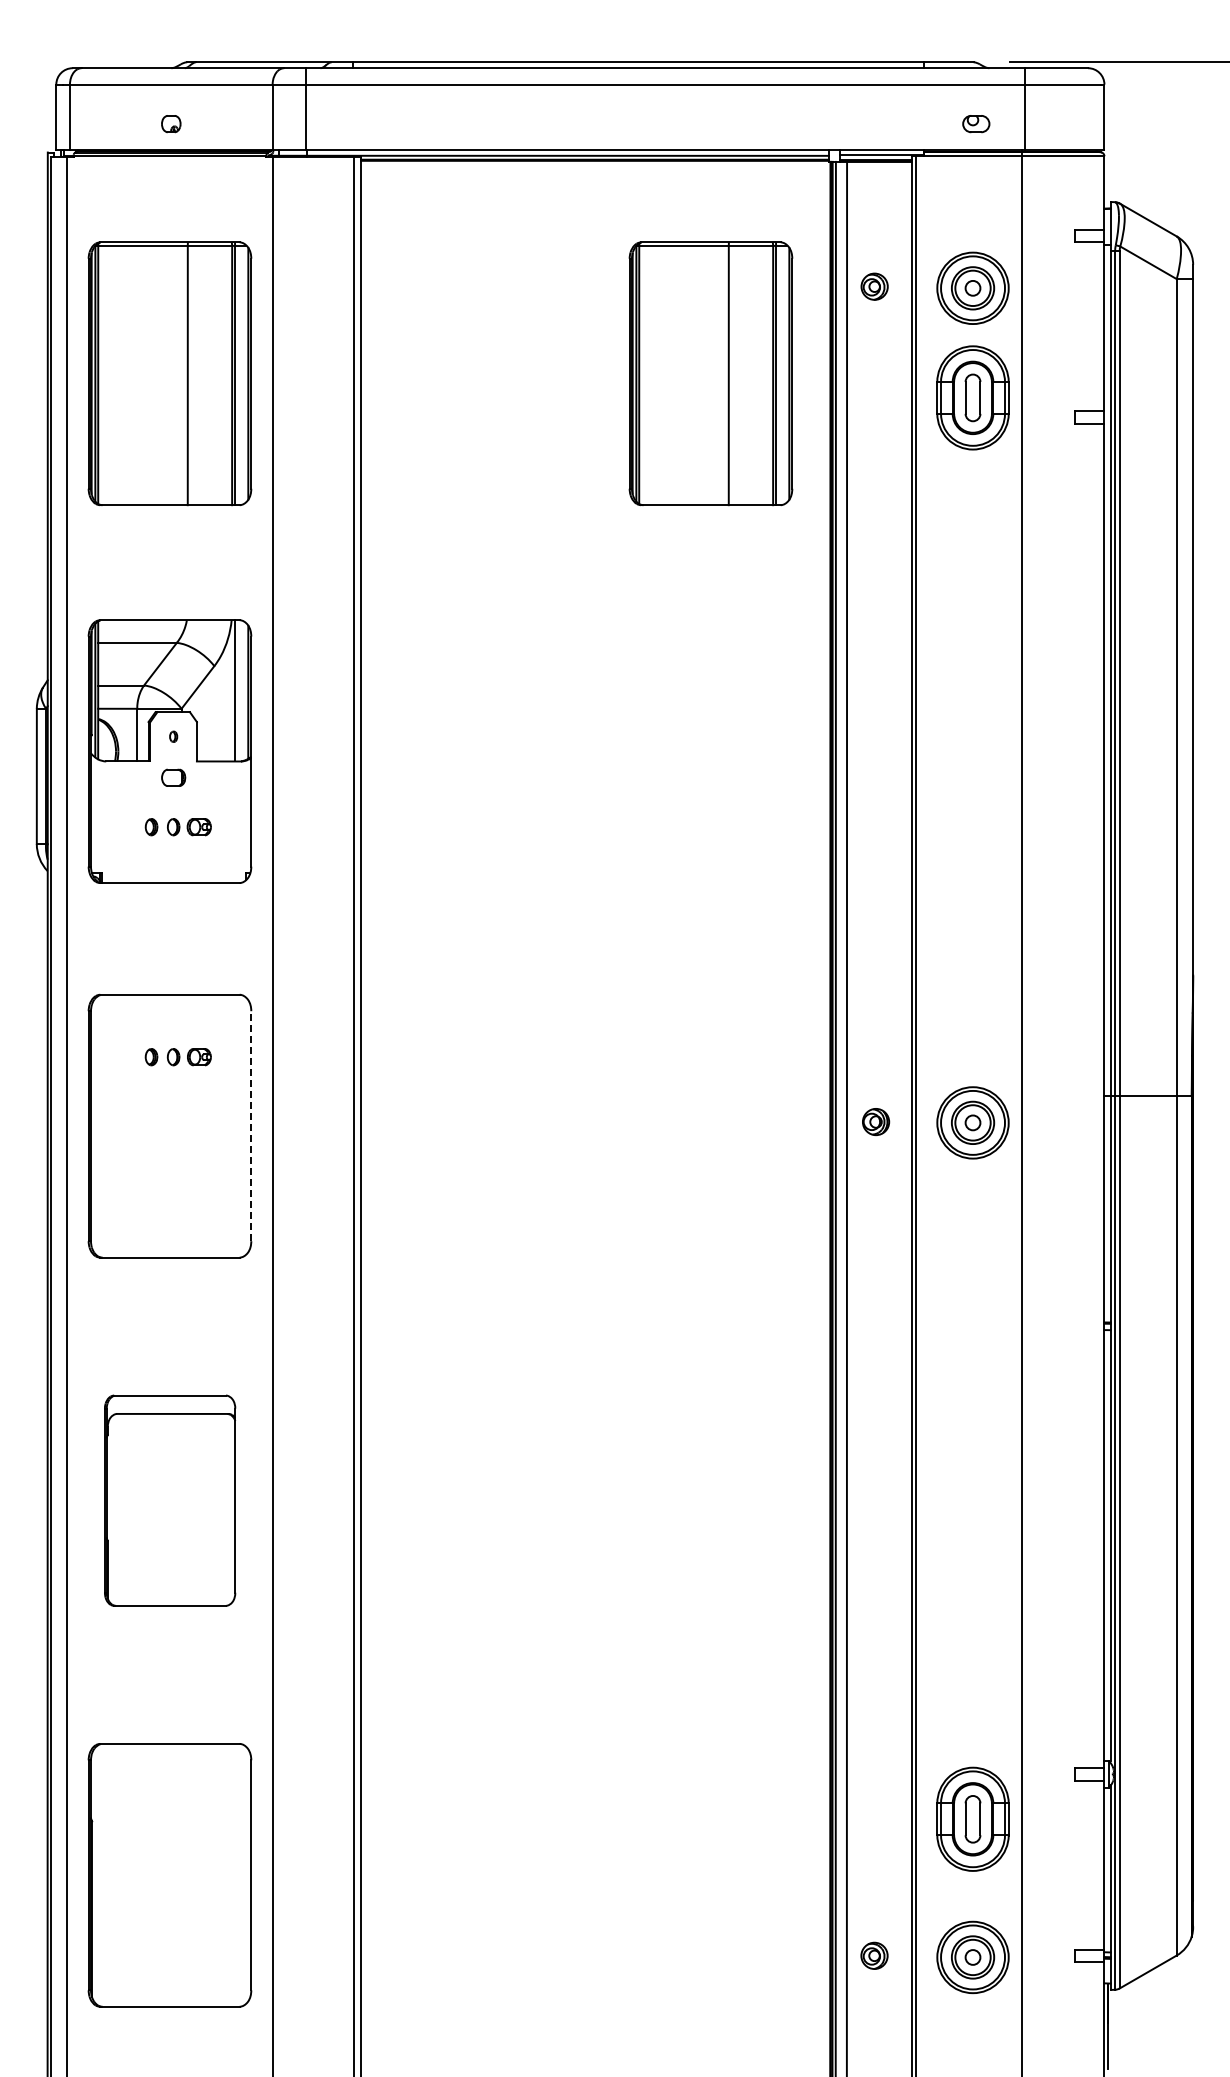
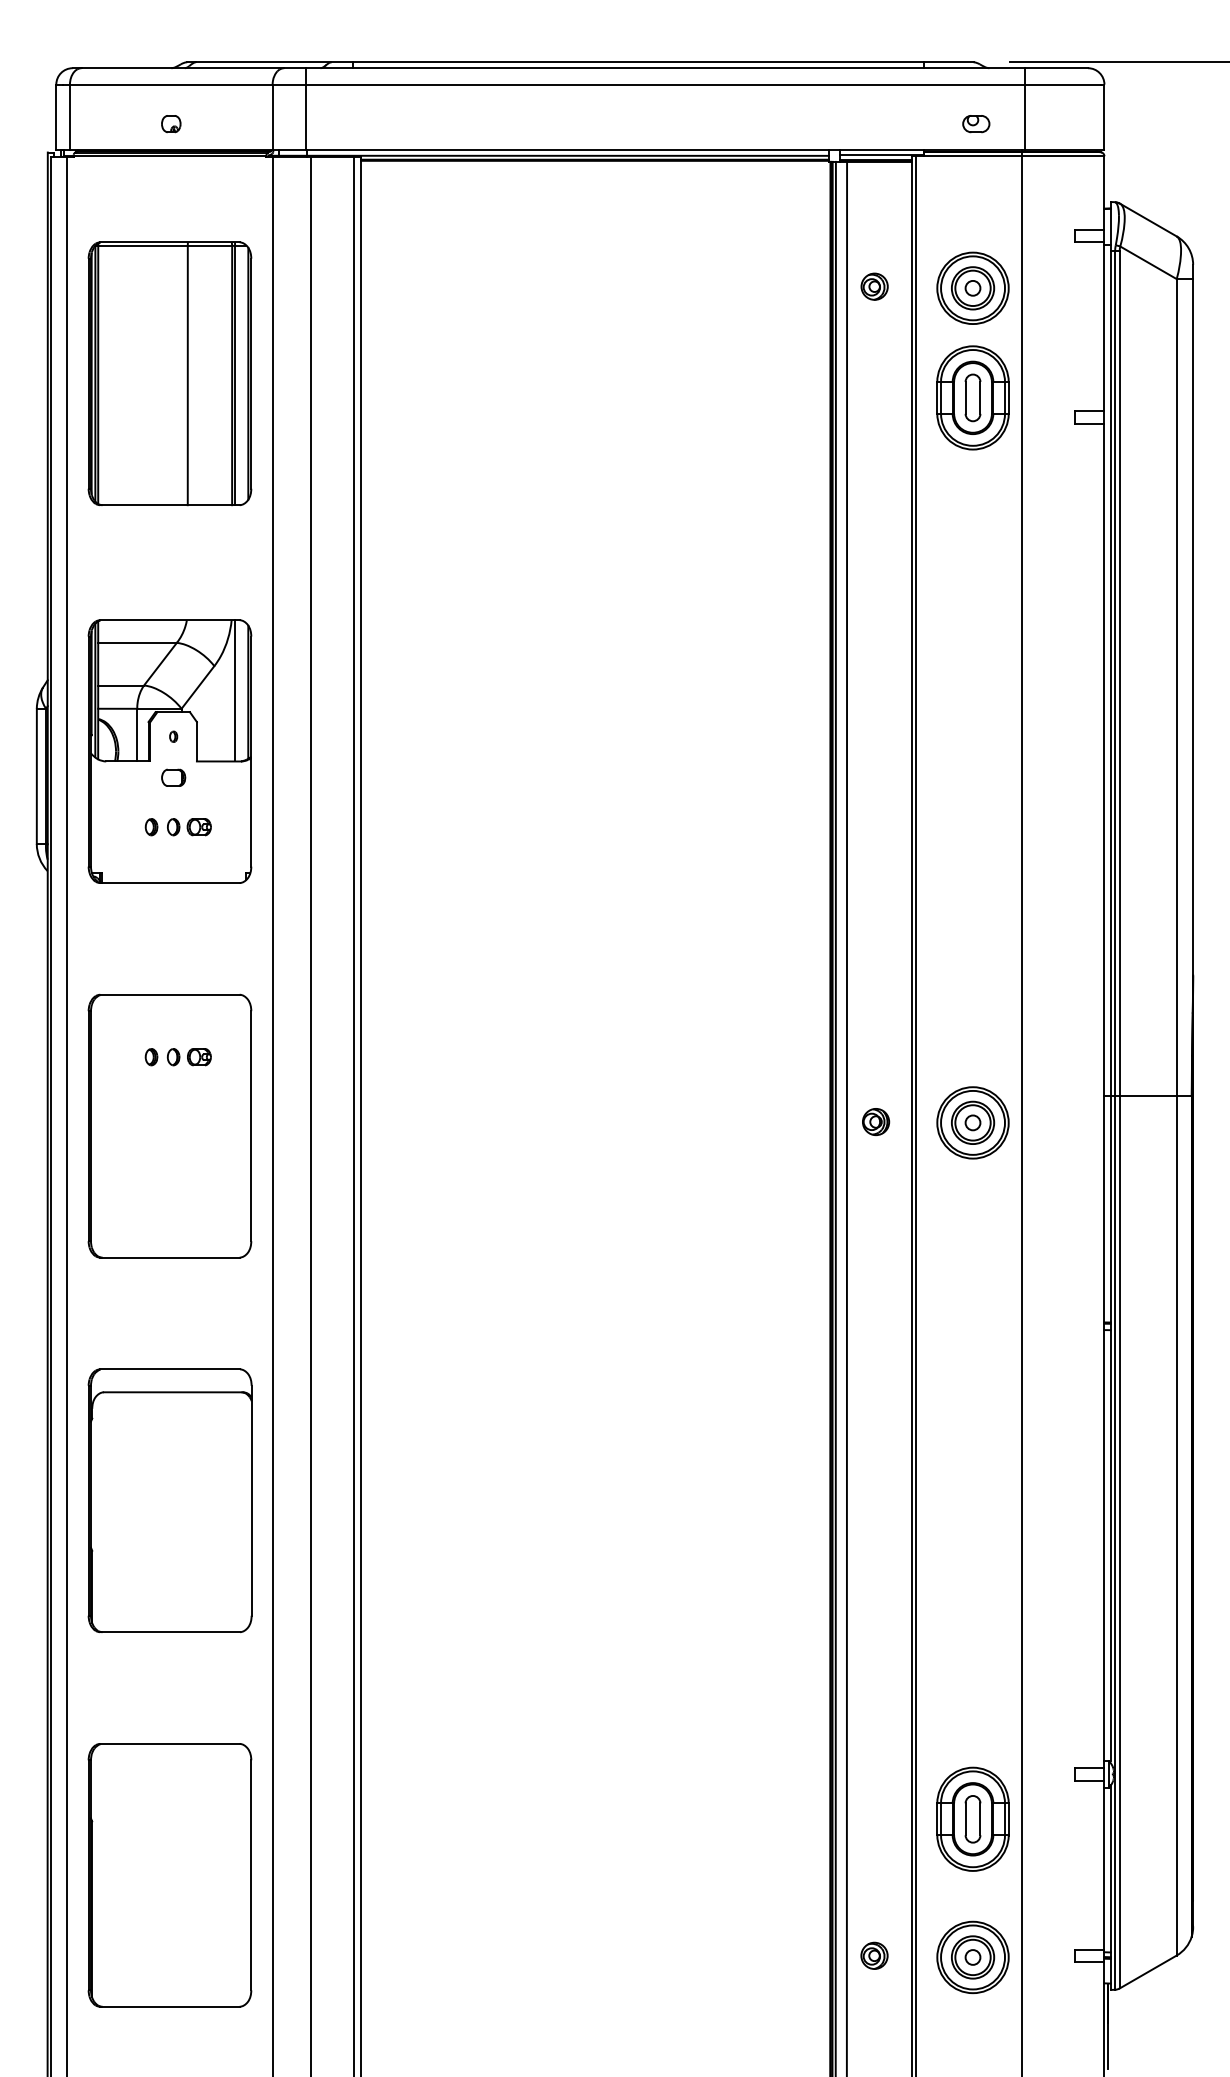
part at (710, 373): present -> none
line at (310, 1114): none -> present
line at (251, 1126): dashed -> solid
part at (170, 1500) size: 133x213 px -> 166x265 px
